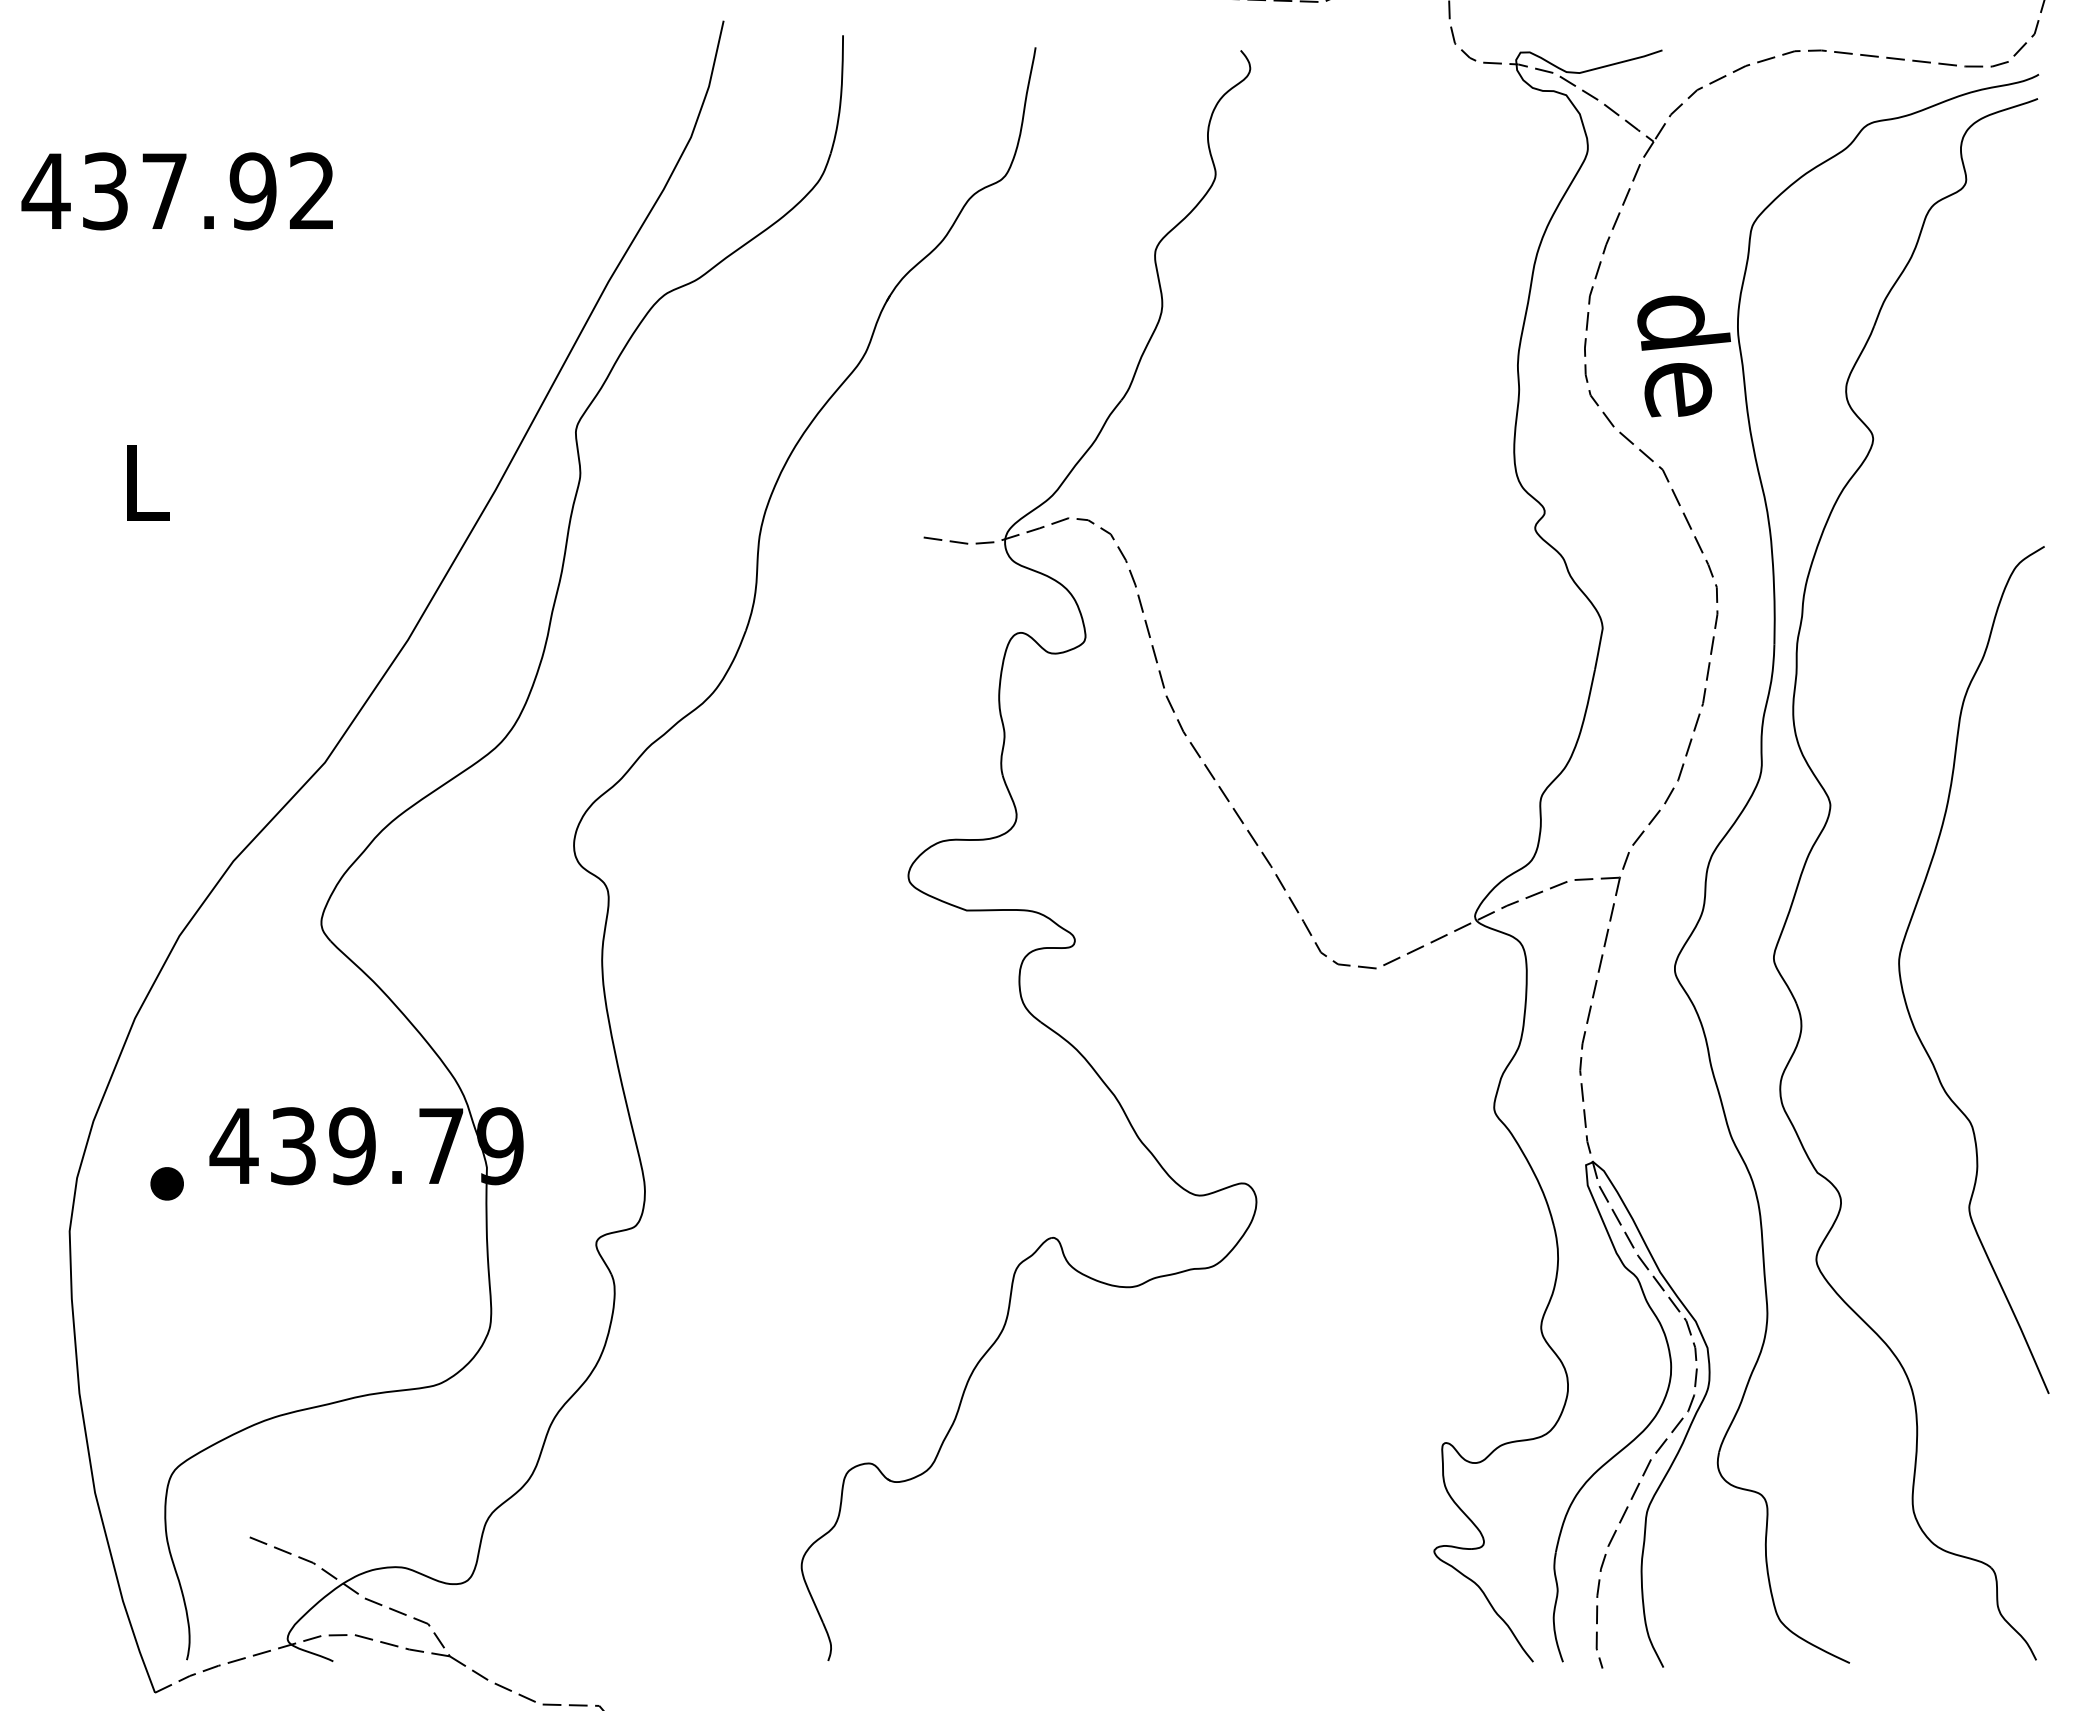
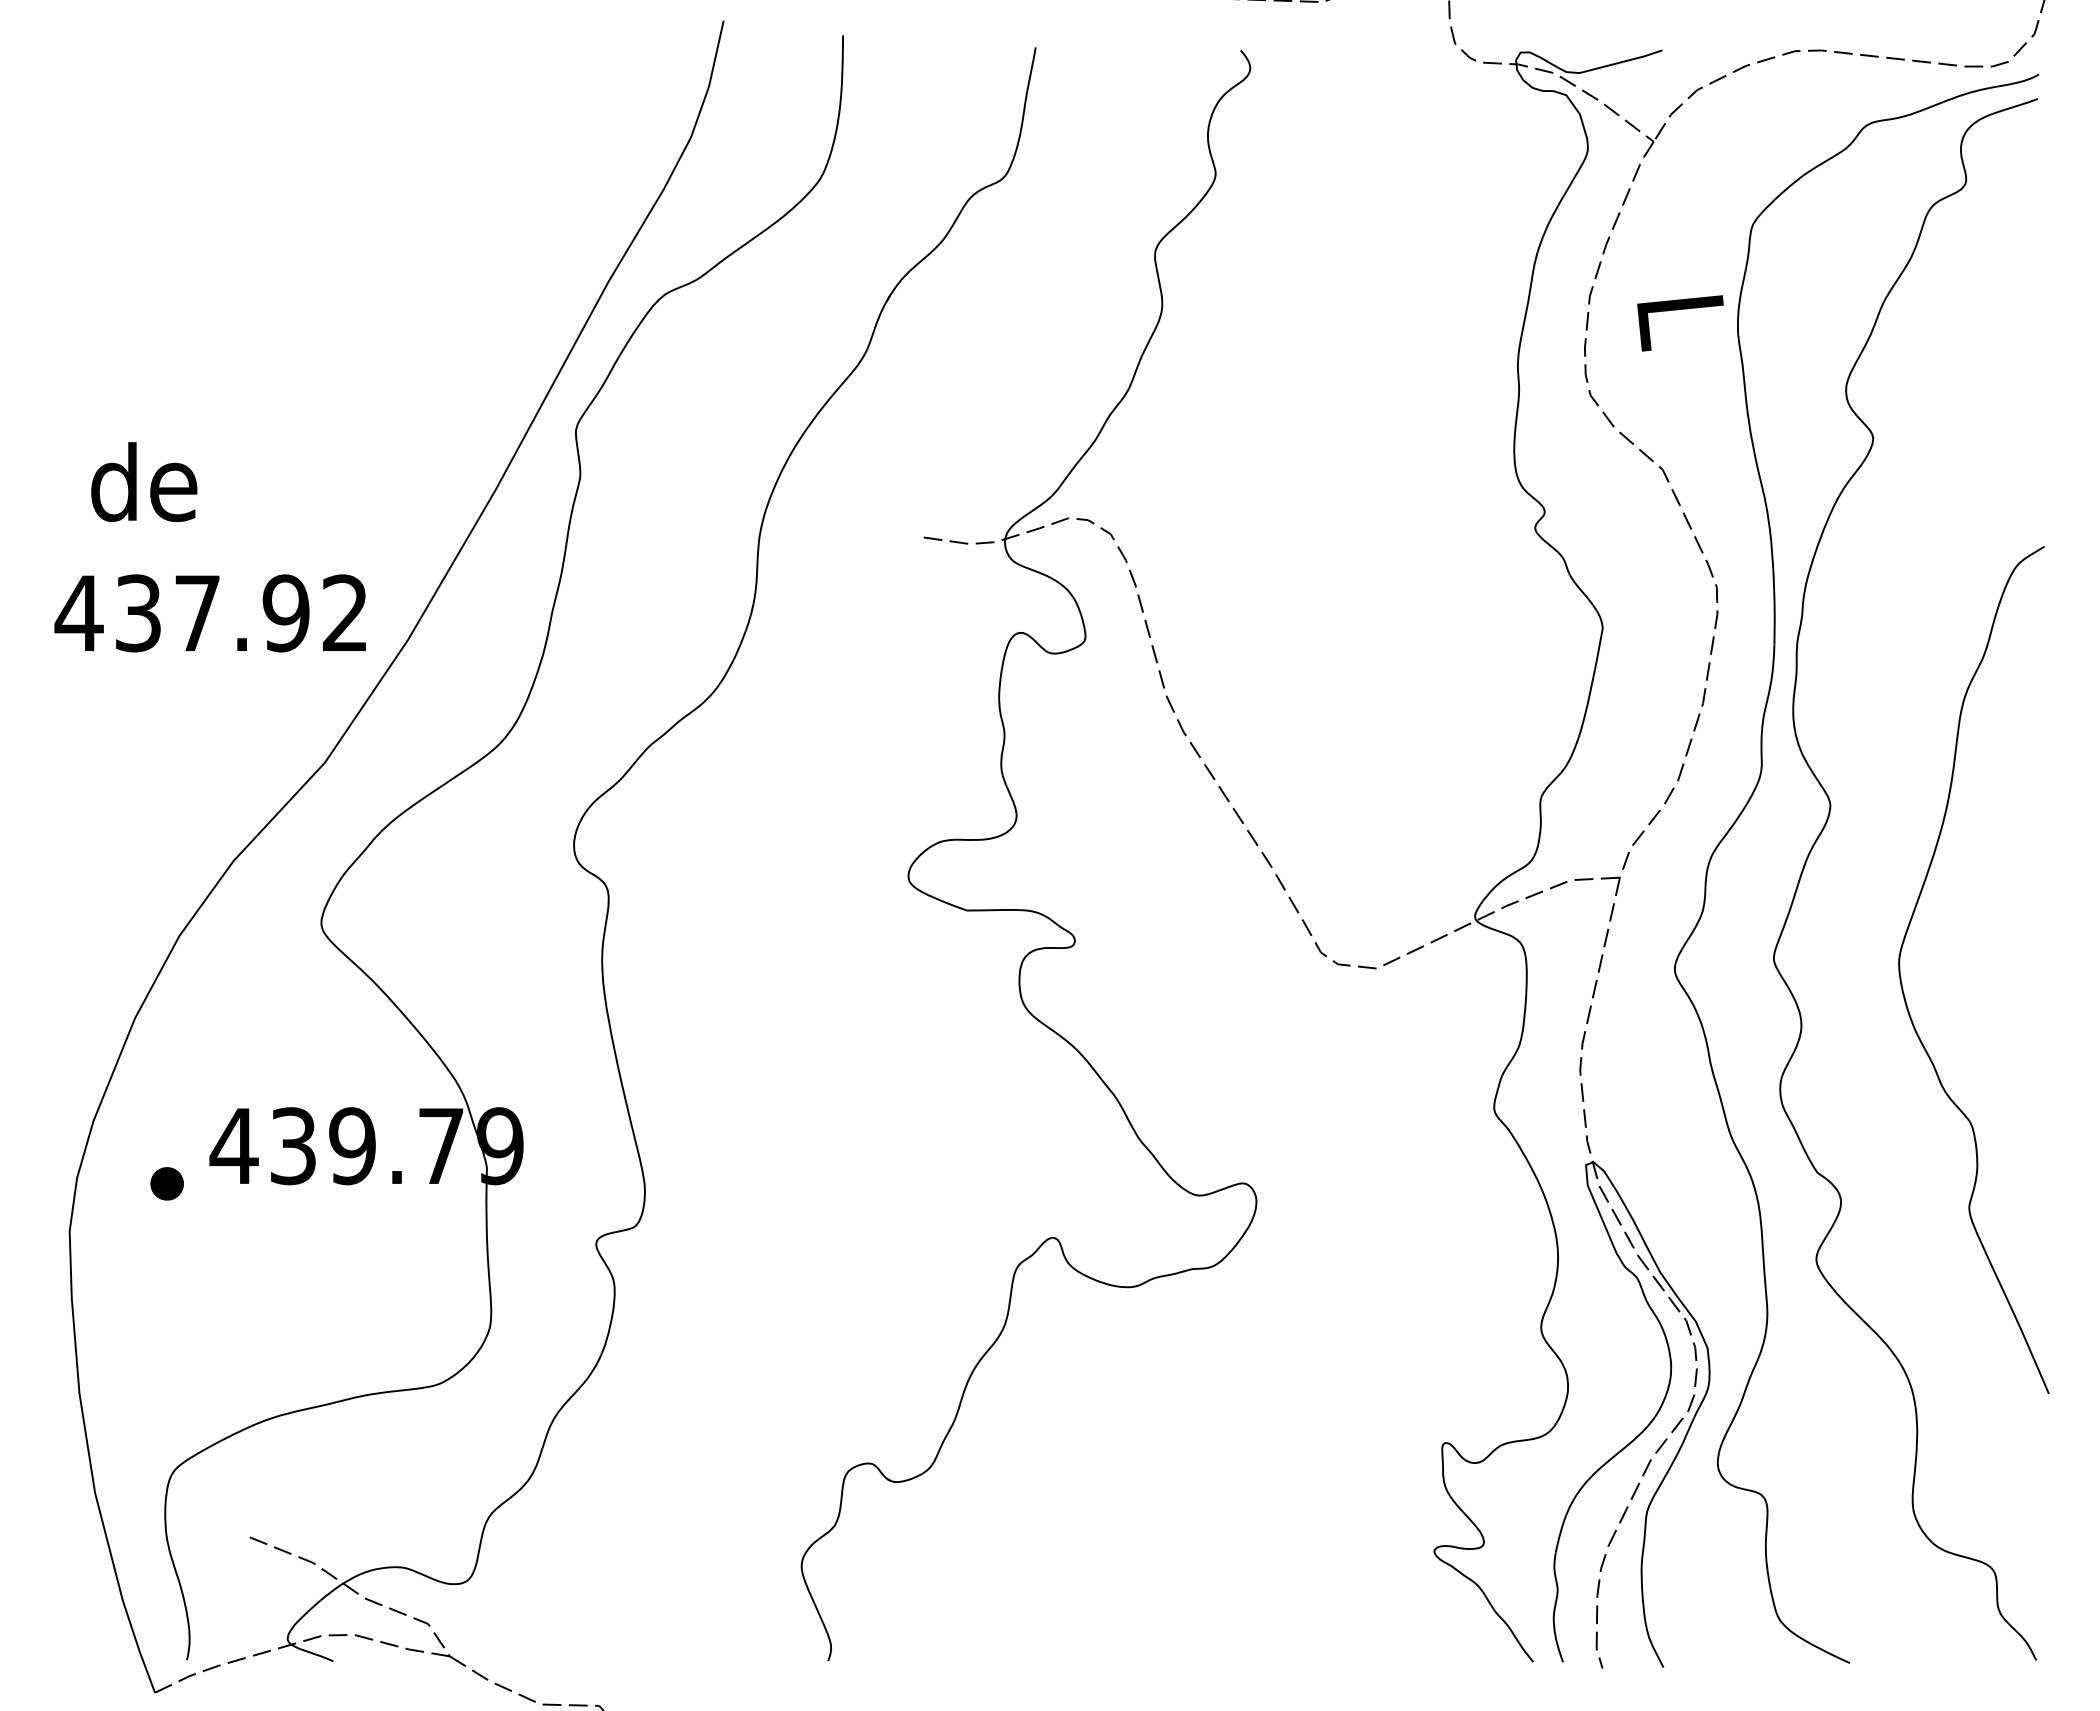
text at (176, 191) position: (176, 191) -> (209, 613)
text at (1684, 356): de -> L
text at (144, 482): L -> de
